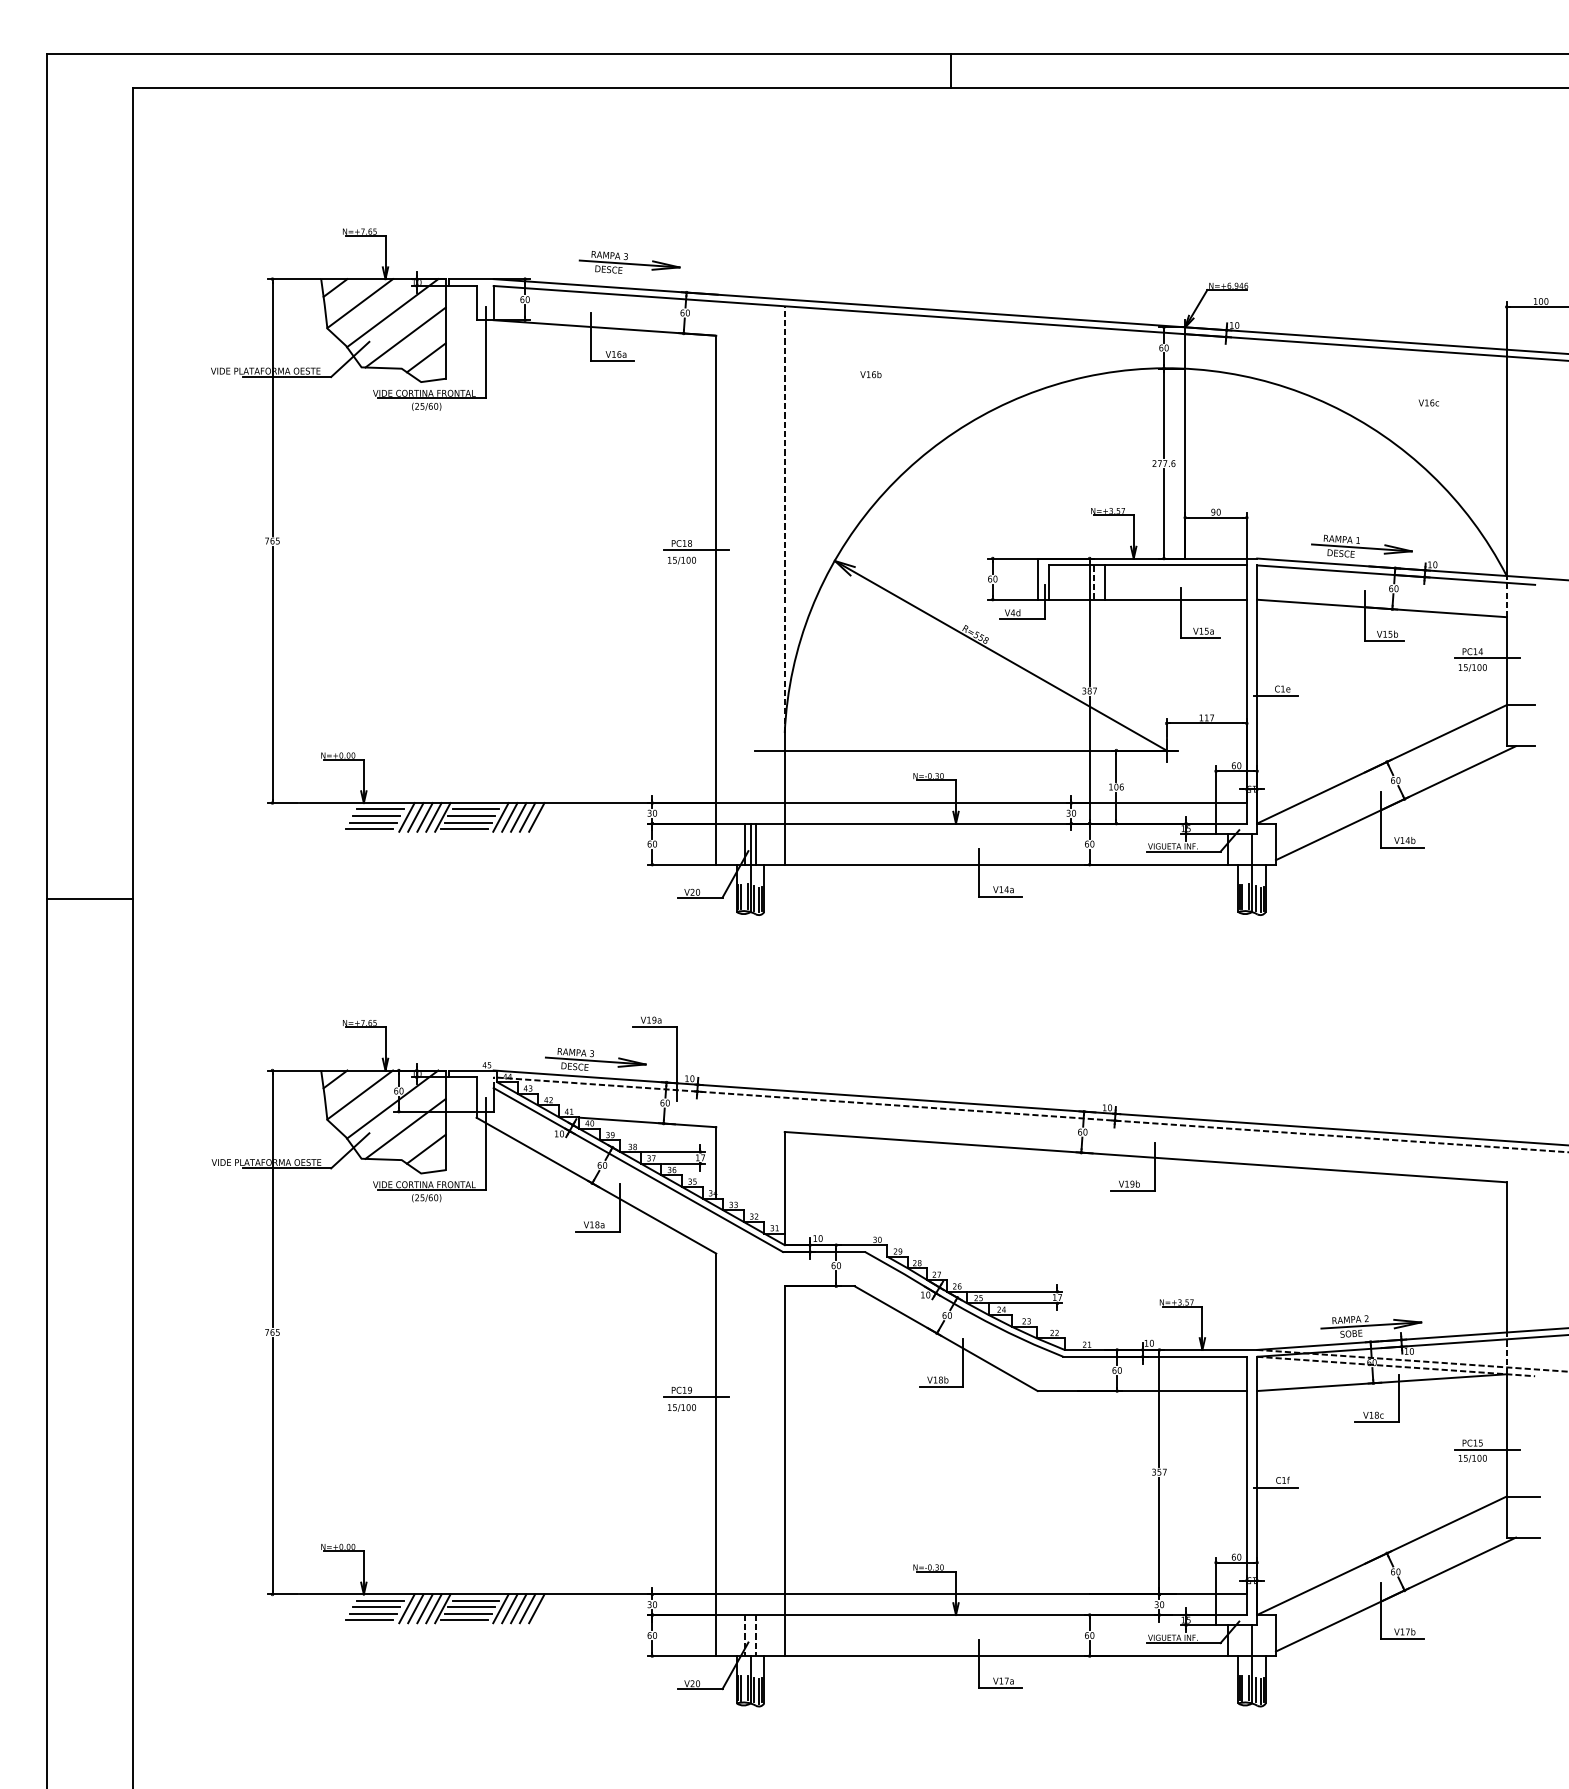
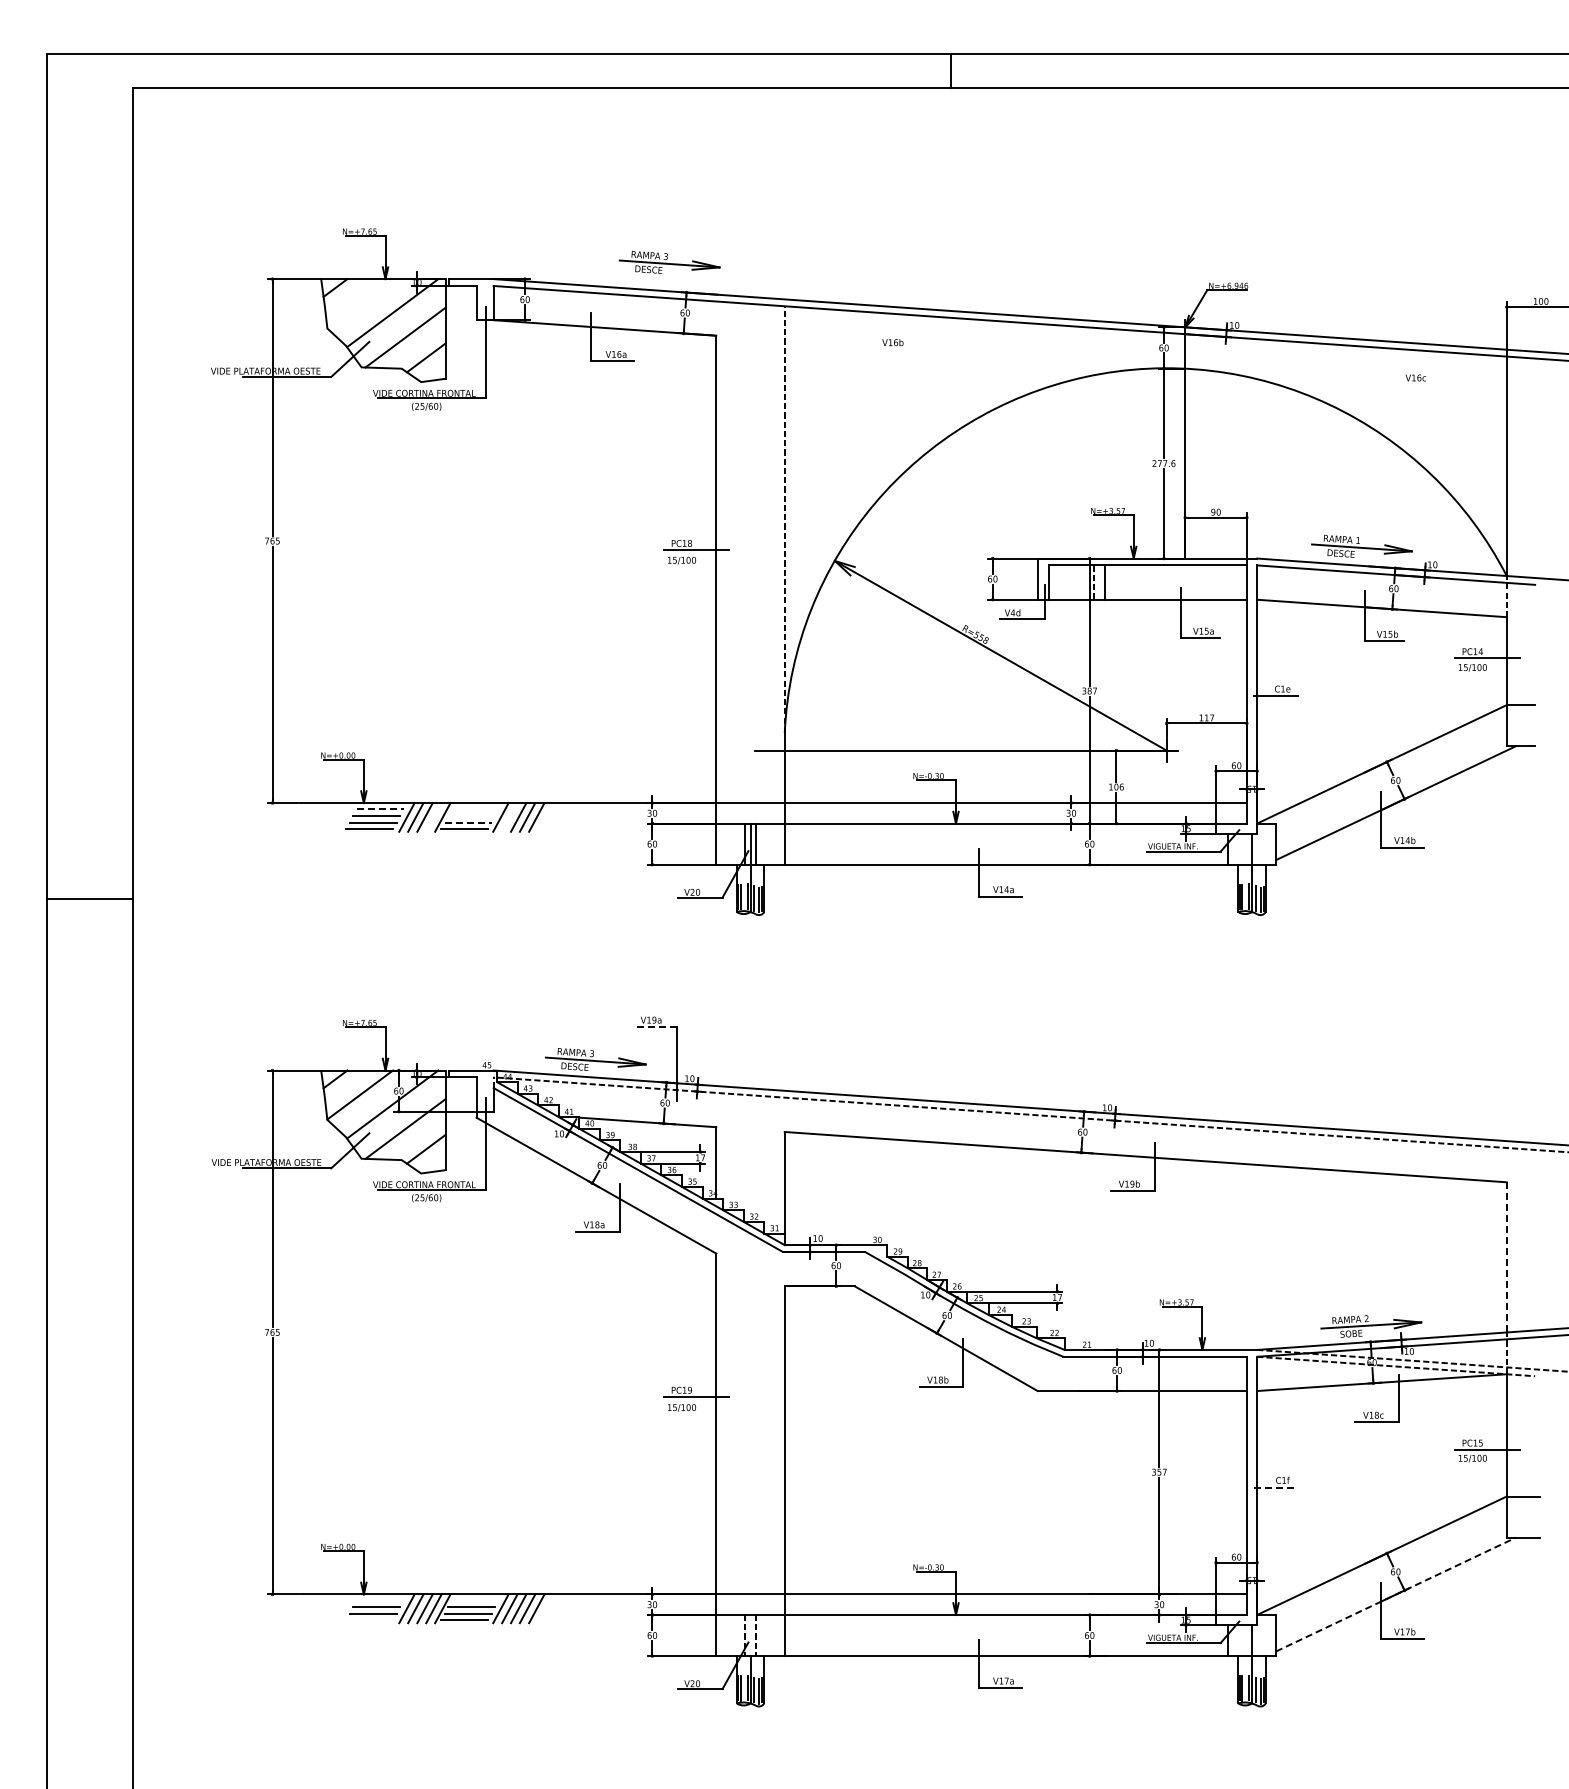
part at (629, 262) position: (629, 262) -> (669, 262)
line at (360, 303): present -> none
text at (870, 374) position: (870, 374) -> (892, 342)
text at (1428, 402) position: (1428, 402) -> (1415, 377)
line at (381, 809): solid -> dashed
line at (475, 809): present -> none
line at (471, 815): present -> none
line at (433, 817): present -> none
line at (509, 817): present -> none
line at (469, 822): solid -> dashed
line at (654, 1027): solid -> dashed
line at (1506, 1257): solid -> dashed
line at (1276, 1487): solid -> dashed
line at (1396, 1594): solid -> dashed
line at (380, 1600): present -> none
line at (475, 1600): present -> none
line at (368, 1620): present -> none
